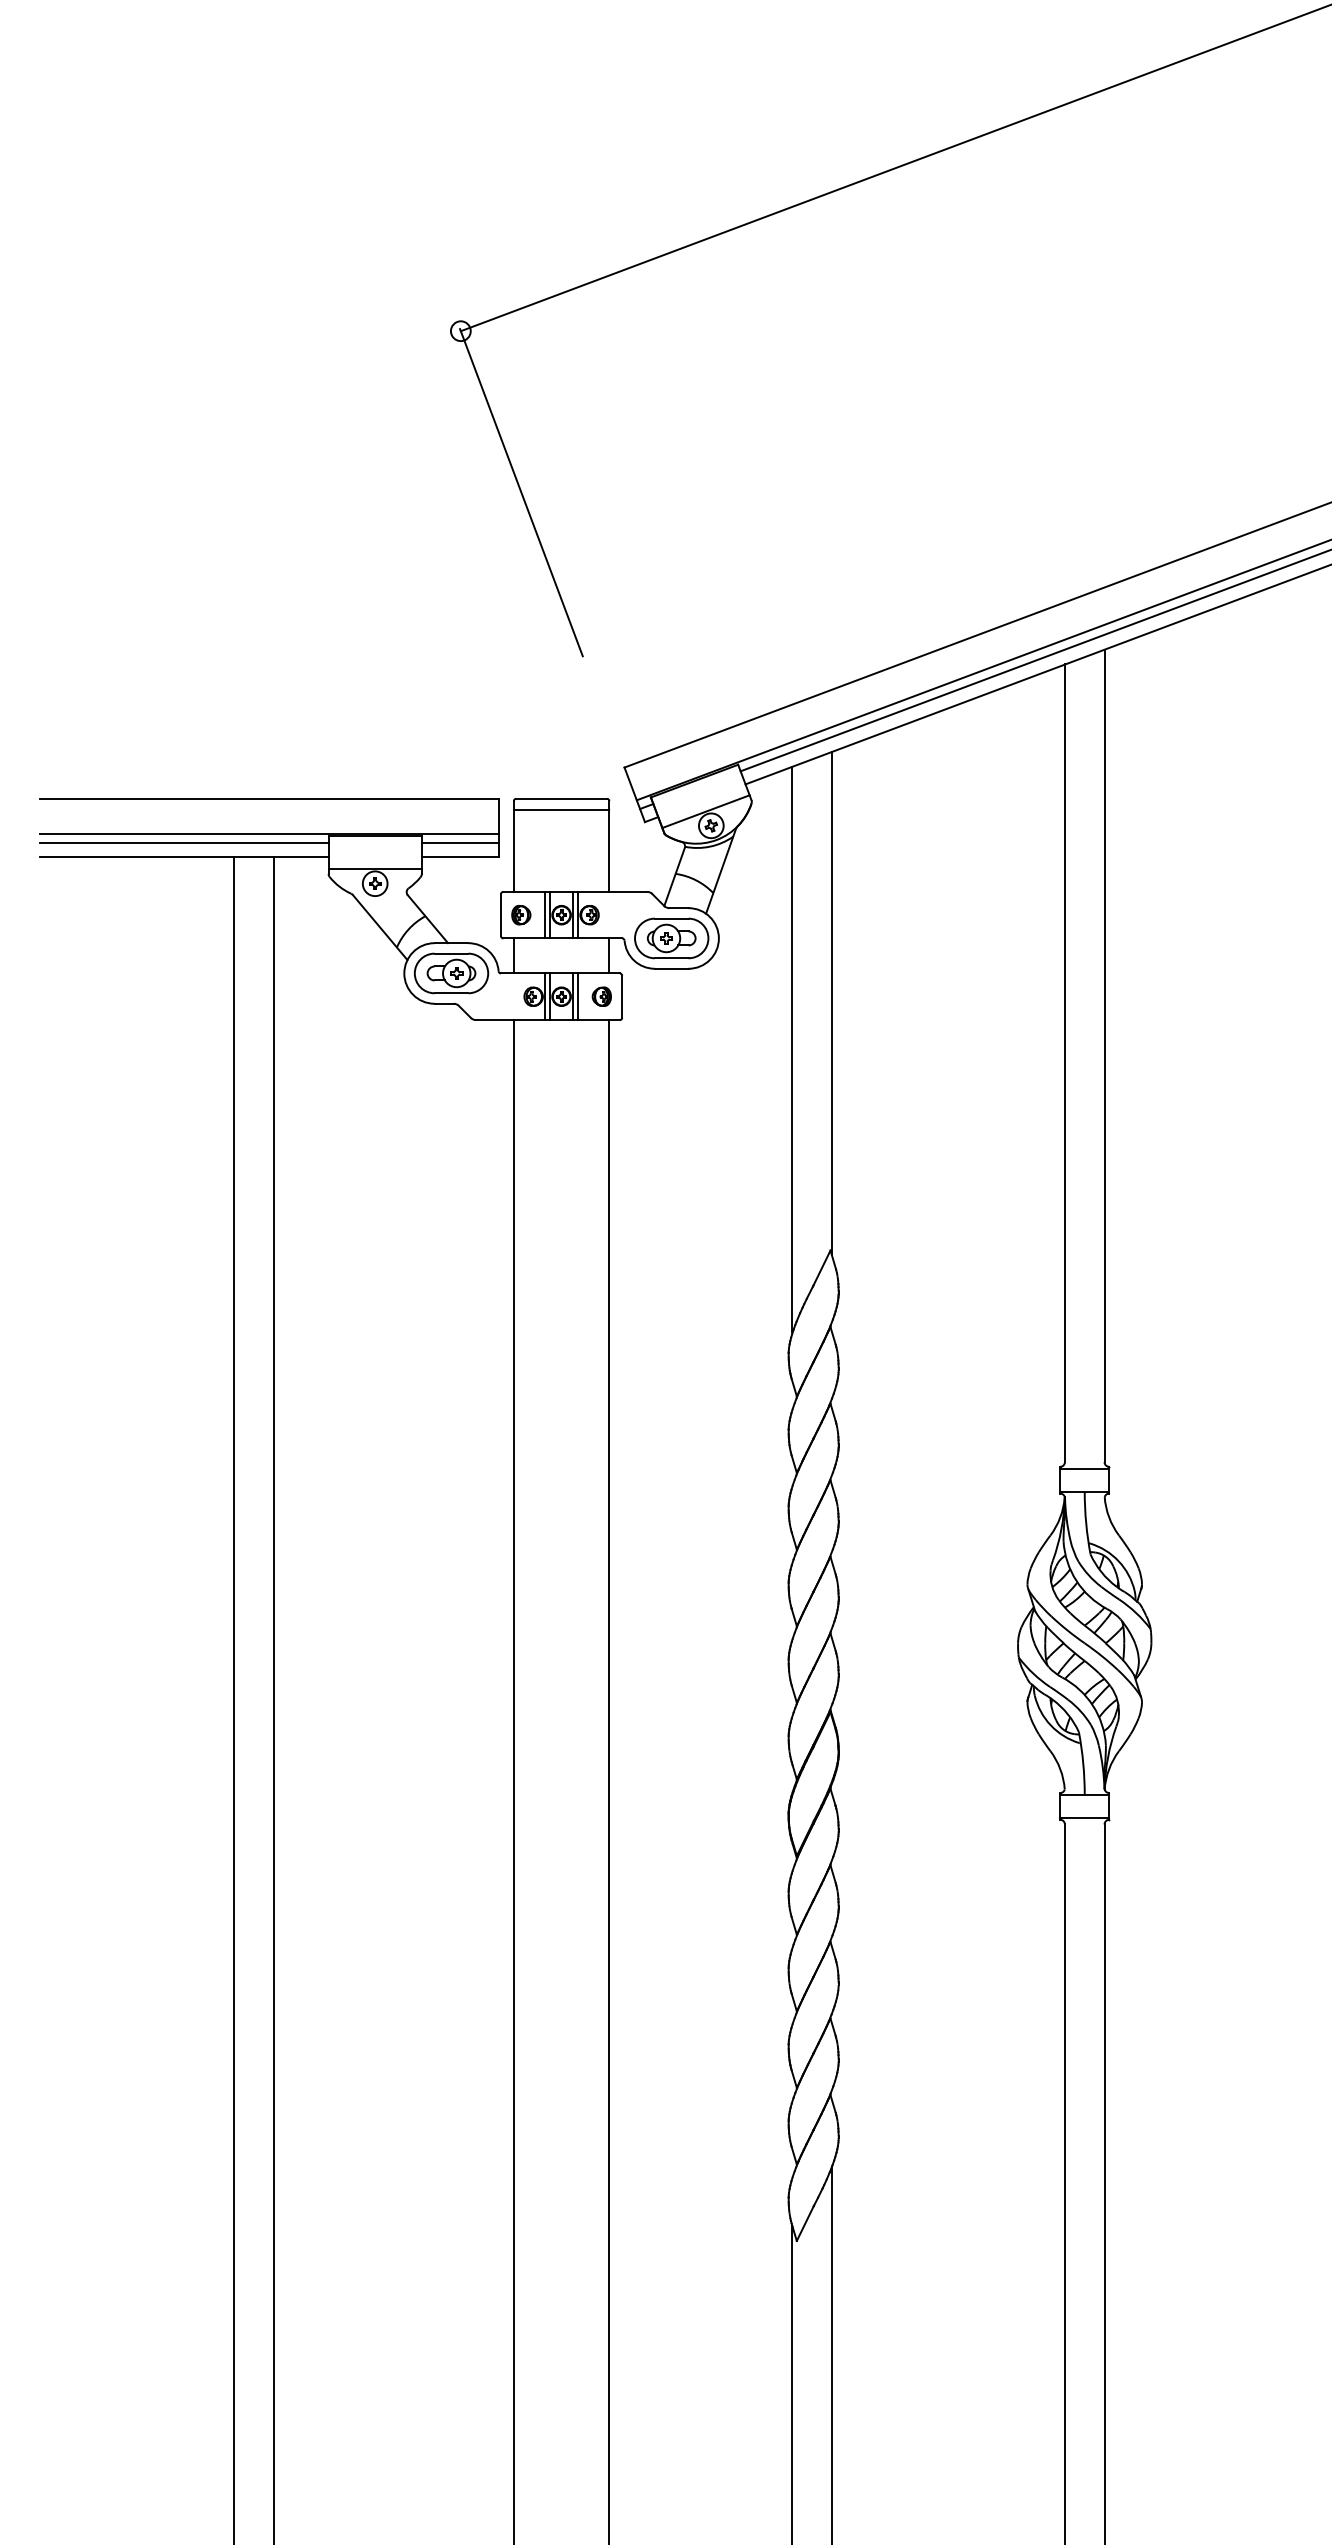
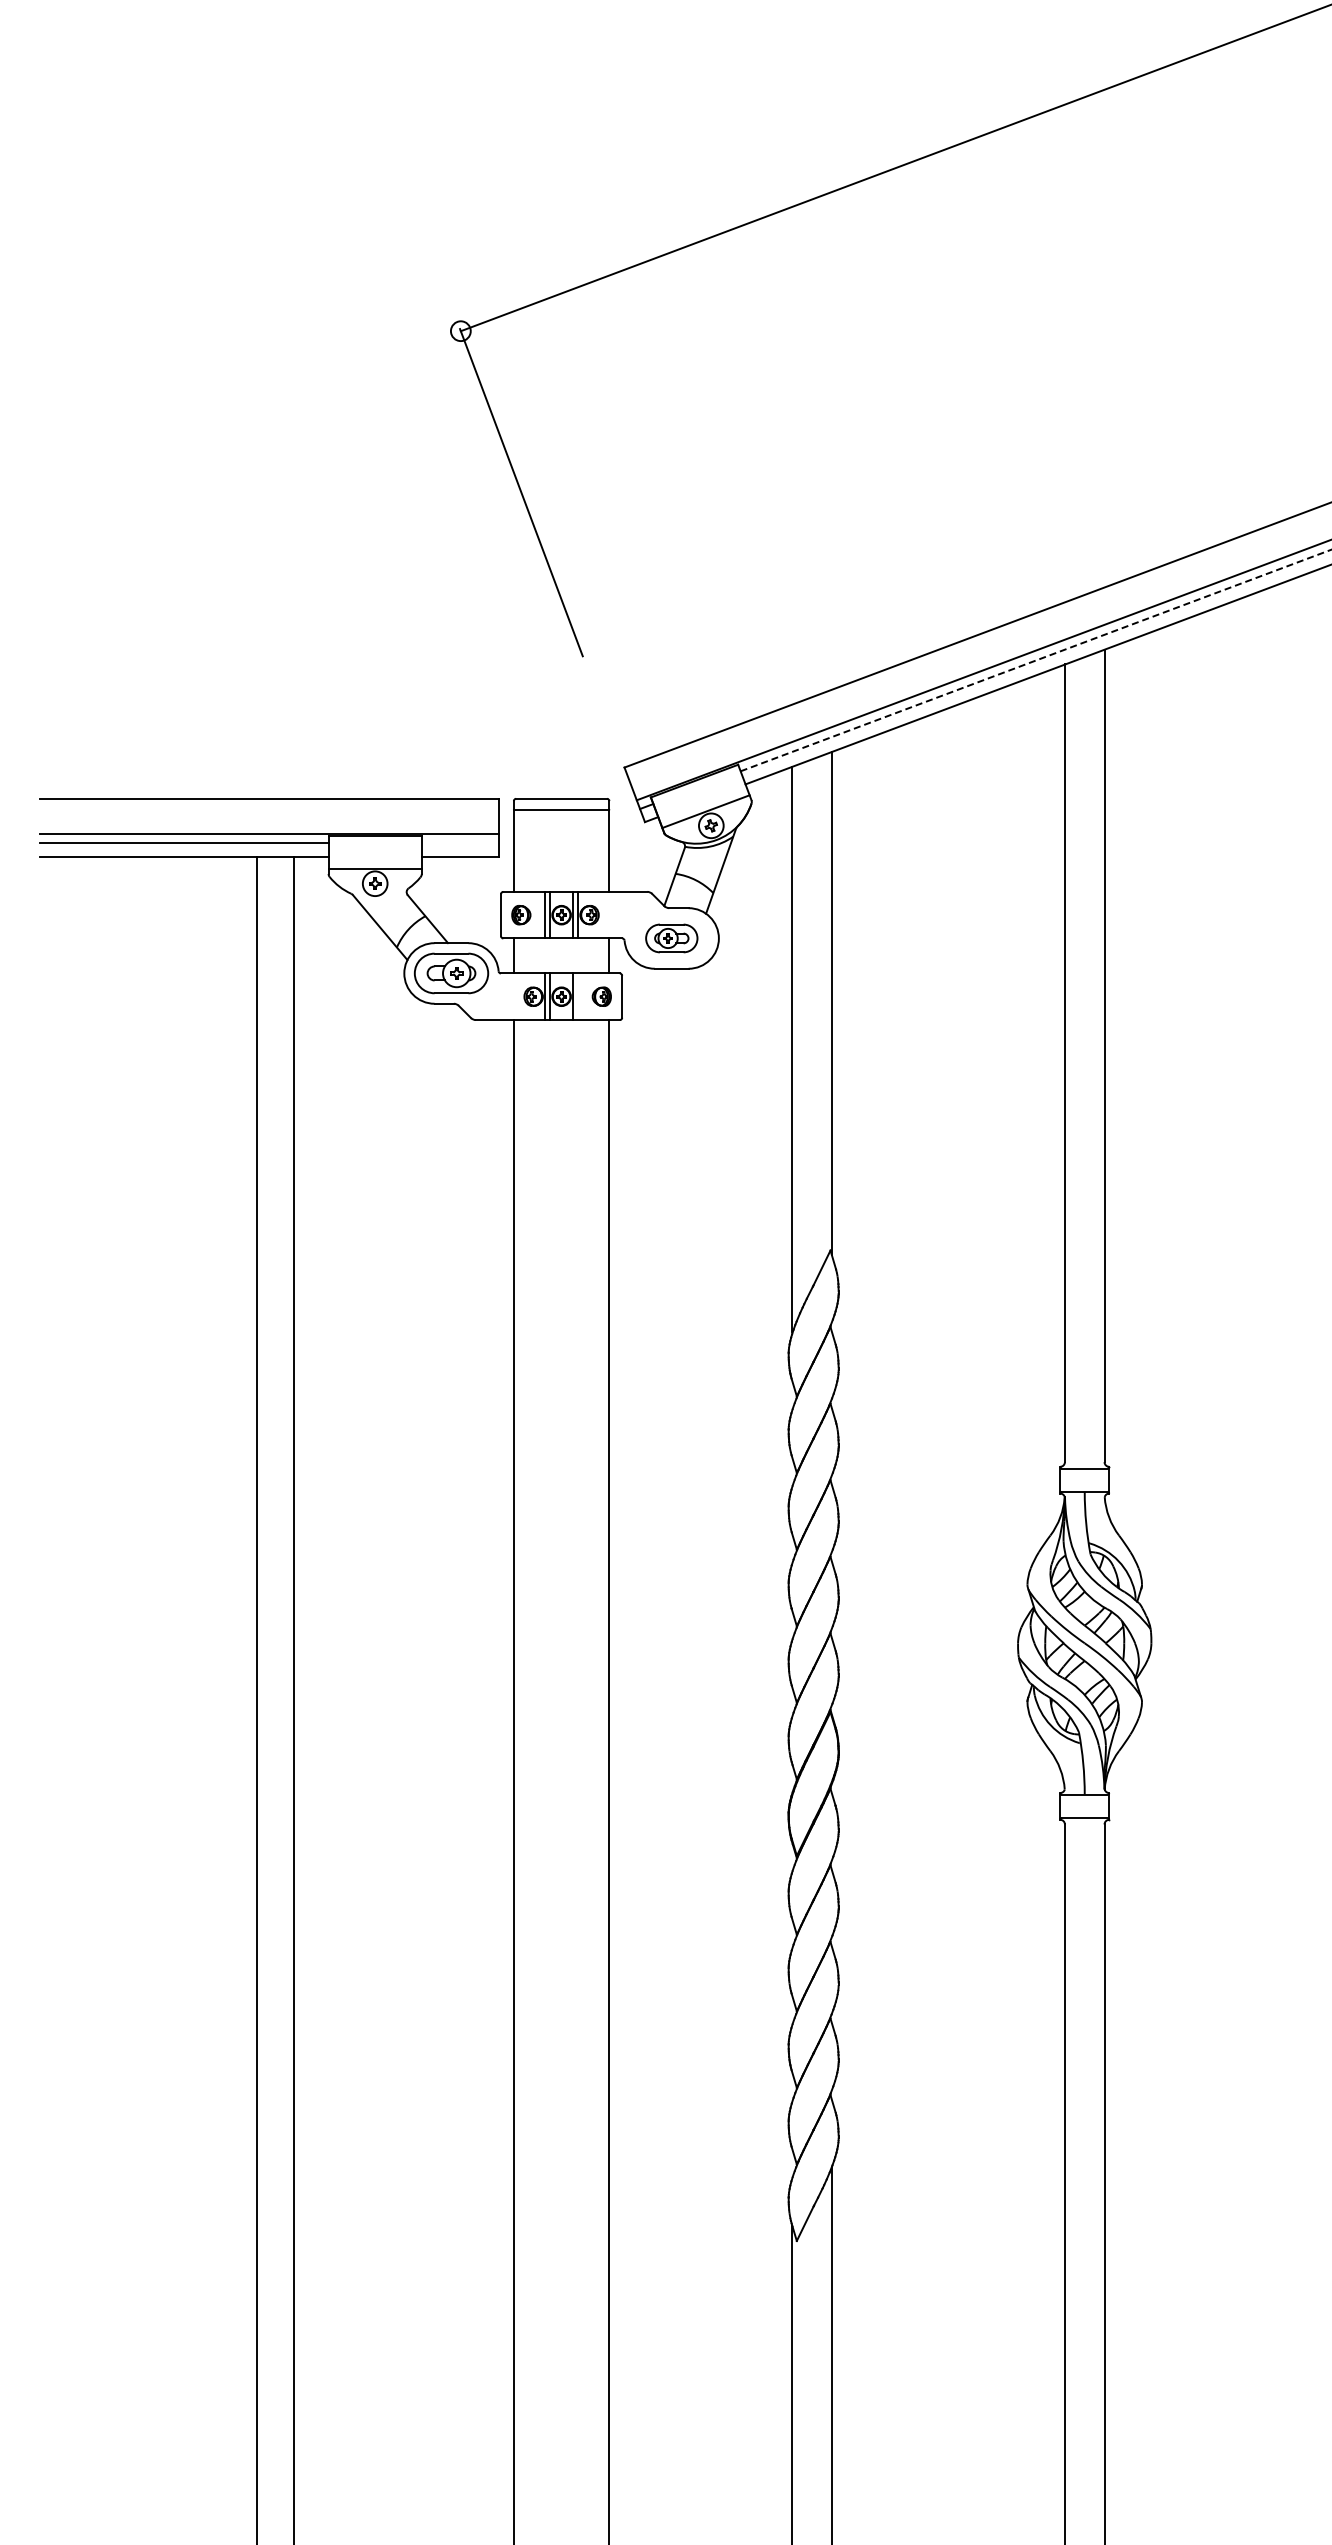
line at (1036, 660): solid -> dashed
line at (459, 842): present -> none
part at (671, 938) size: 76x43 px -> 54x31 px
line at (577, 996): present -> none
line at (234, 1698) position: (234, 1698) -> (257, 1698)
line at (273, 1698) position: (273, 1698) -> (293, 1698)
